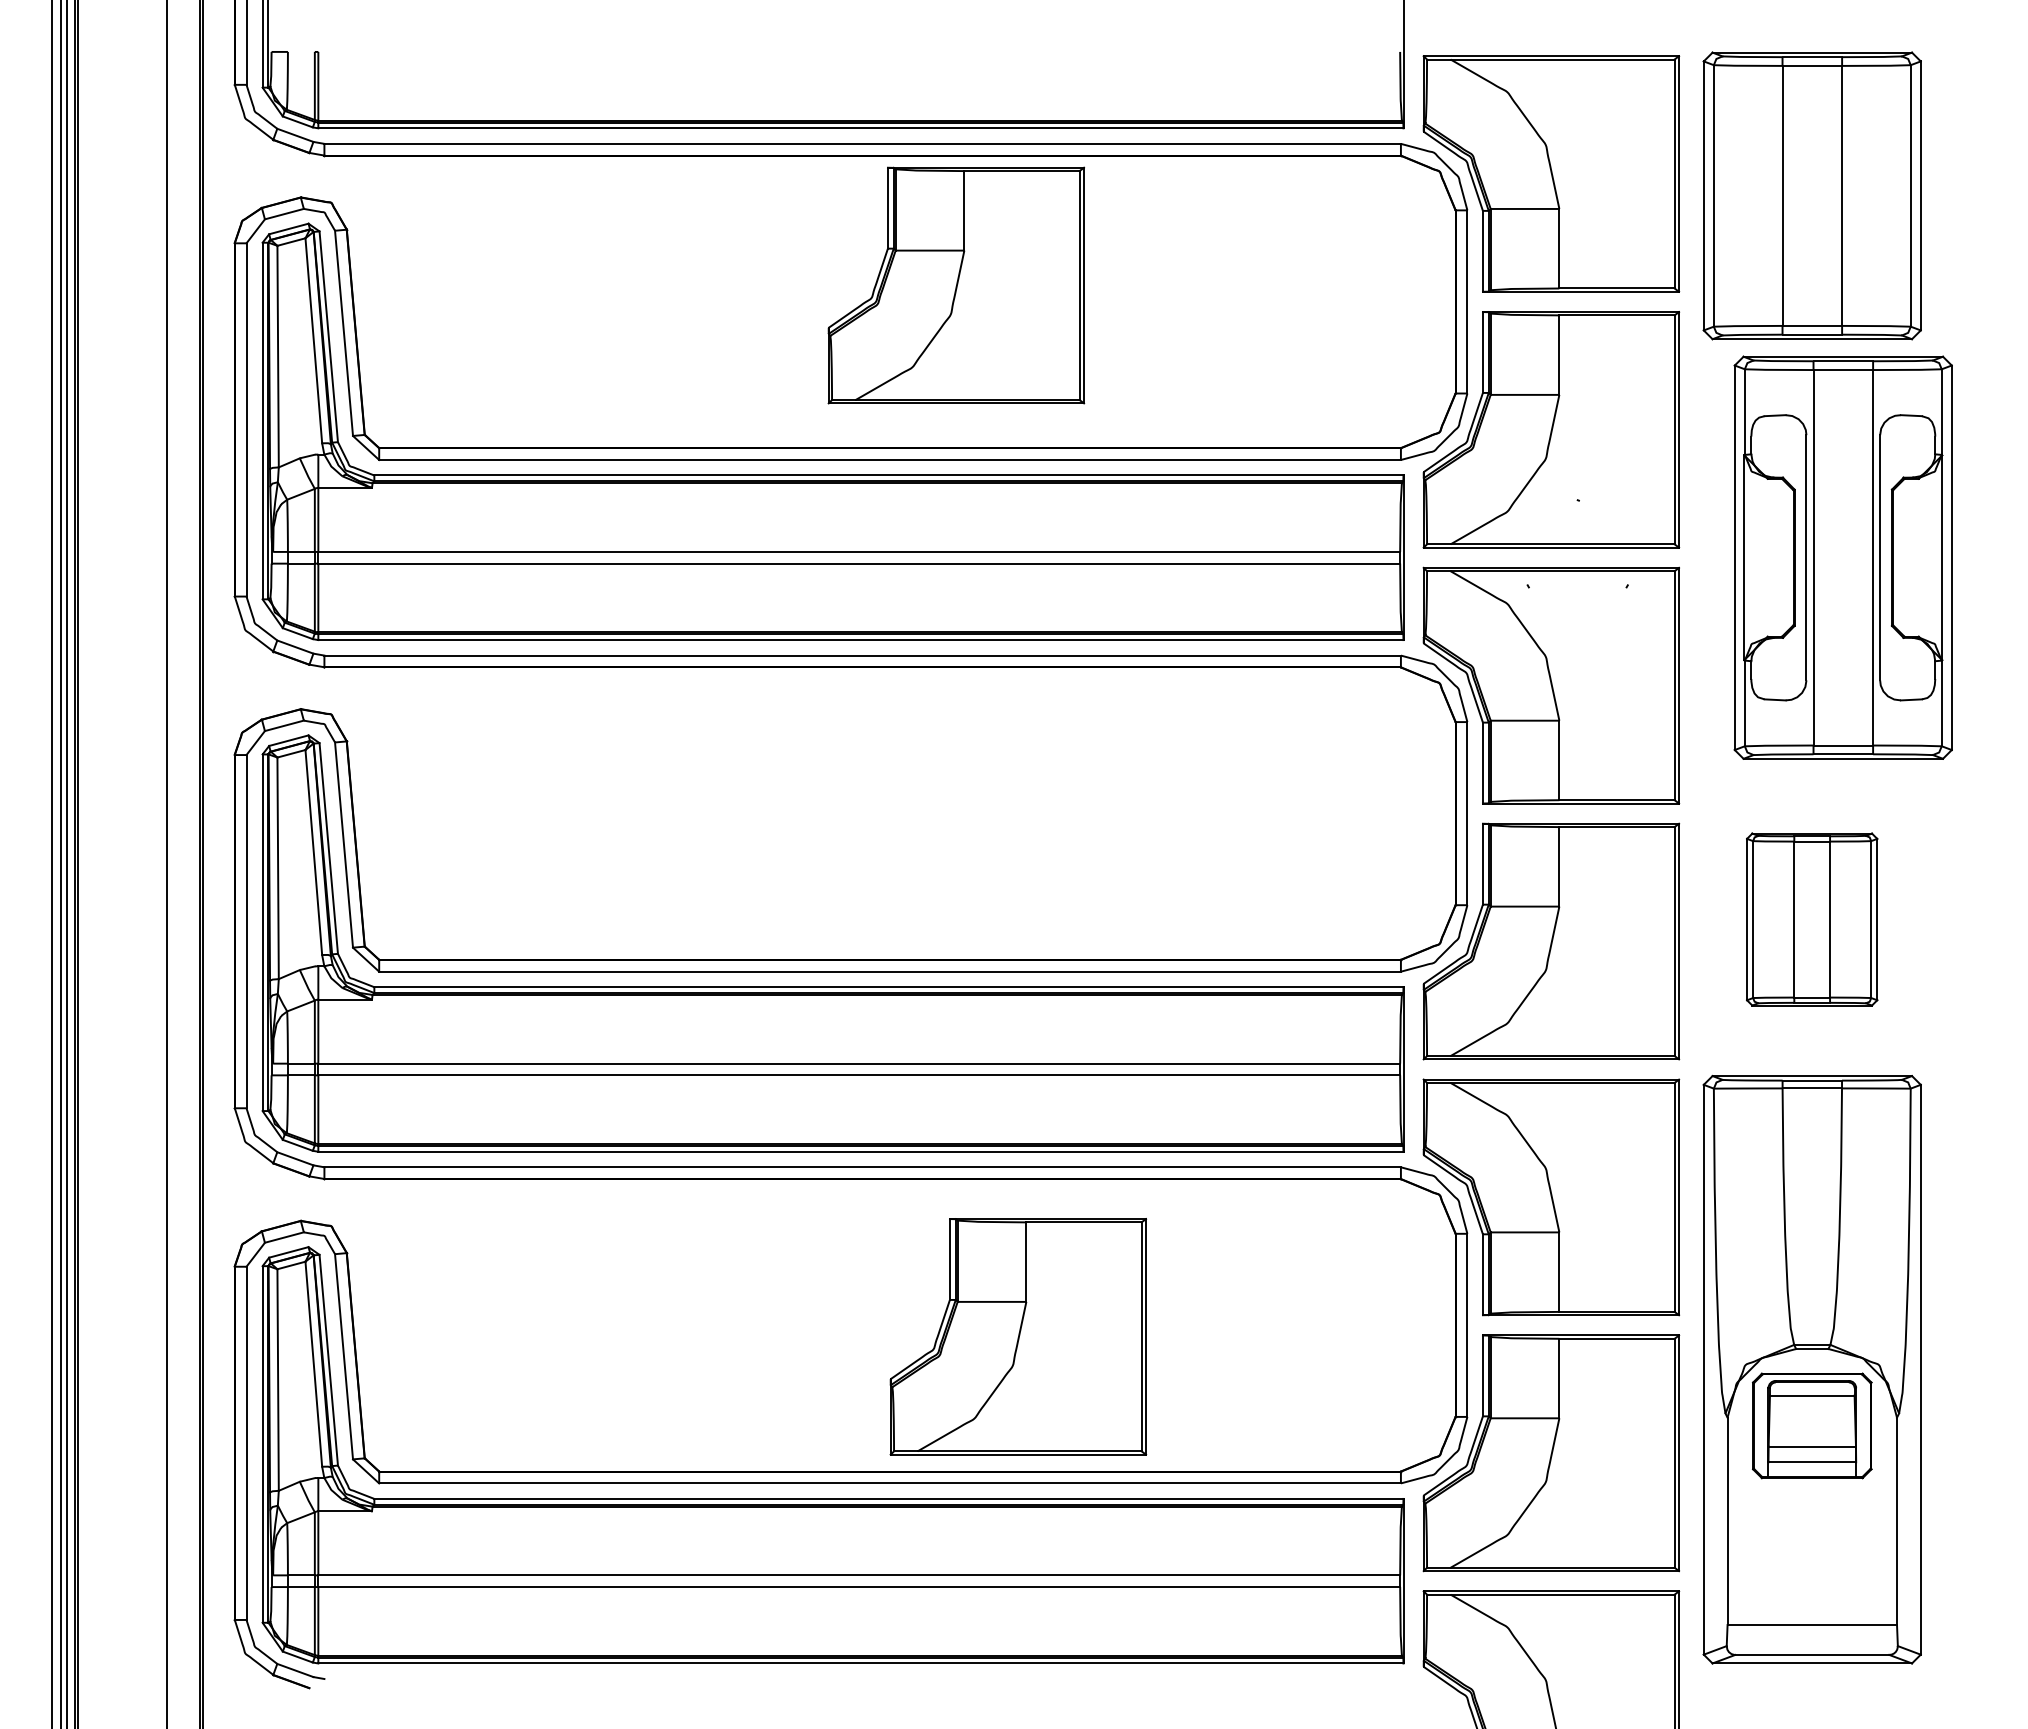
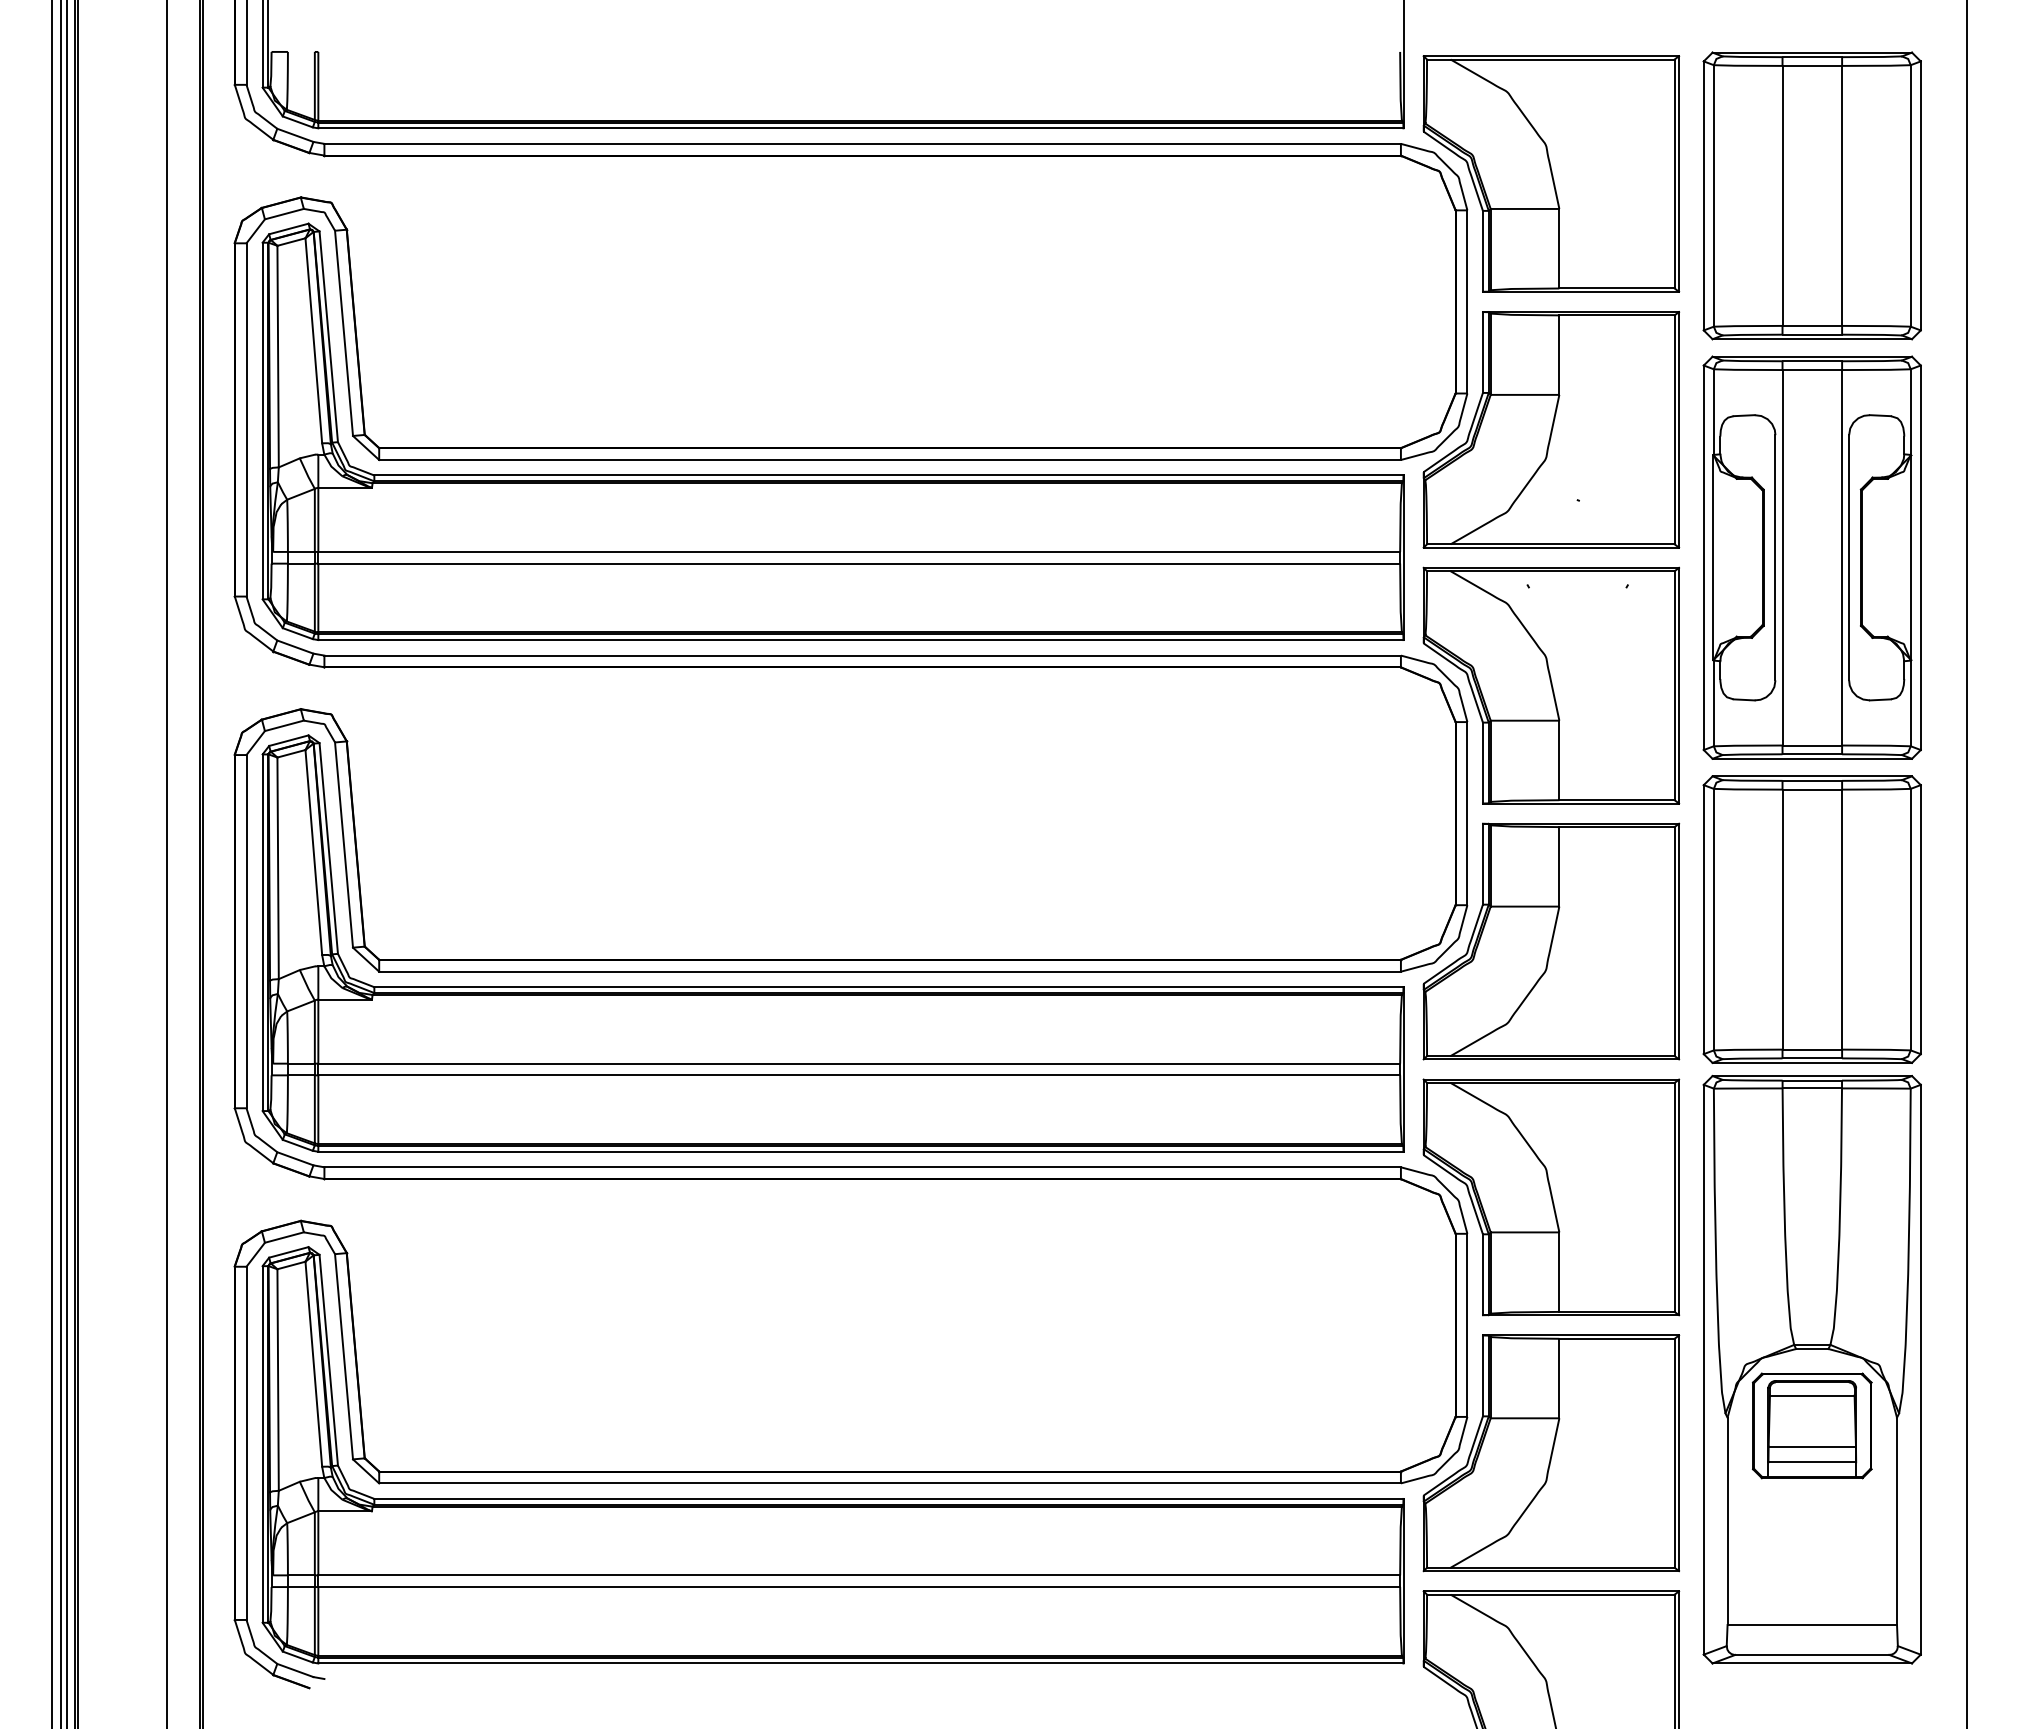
part at (956, 285): present -> none
part at (1842, 557) position: (1842, 557) -> (1811, 557)
line at (1967, 863): none -> present
part at (1812, 919) size: 133x175 px -> 220x289 px
part at (1018, 1336): present -> none
